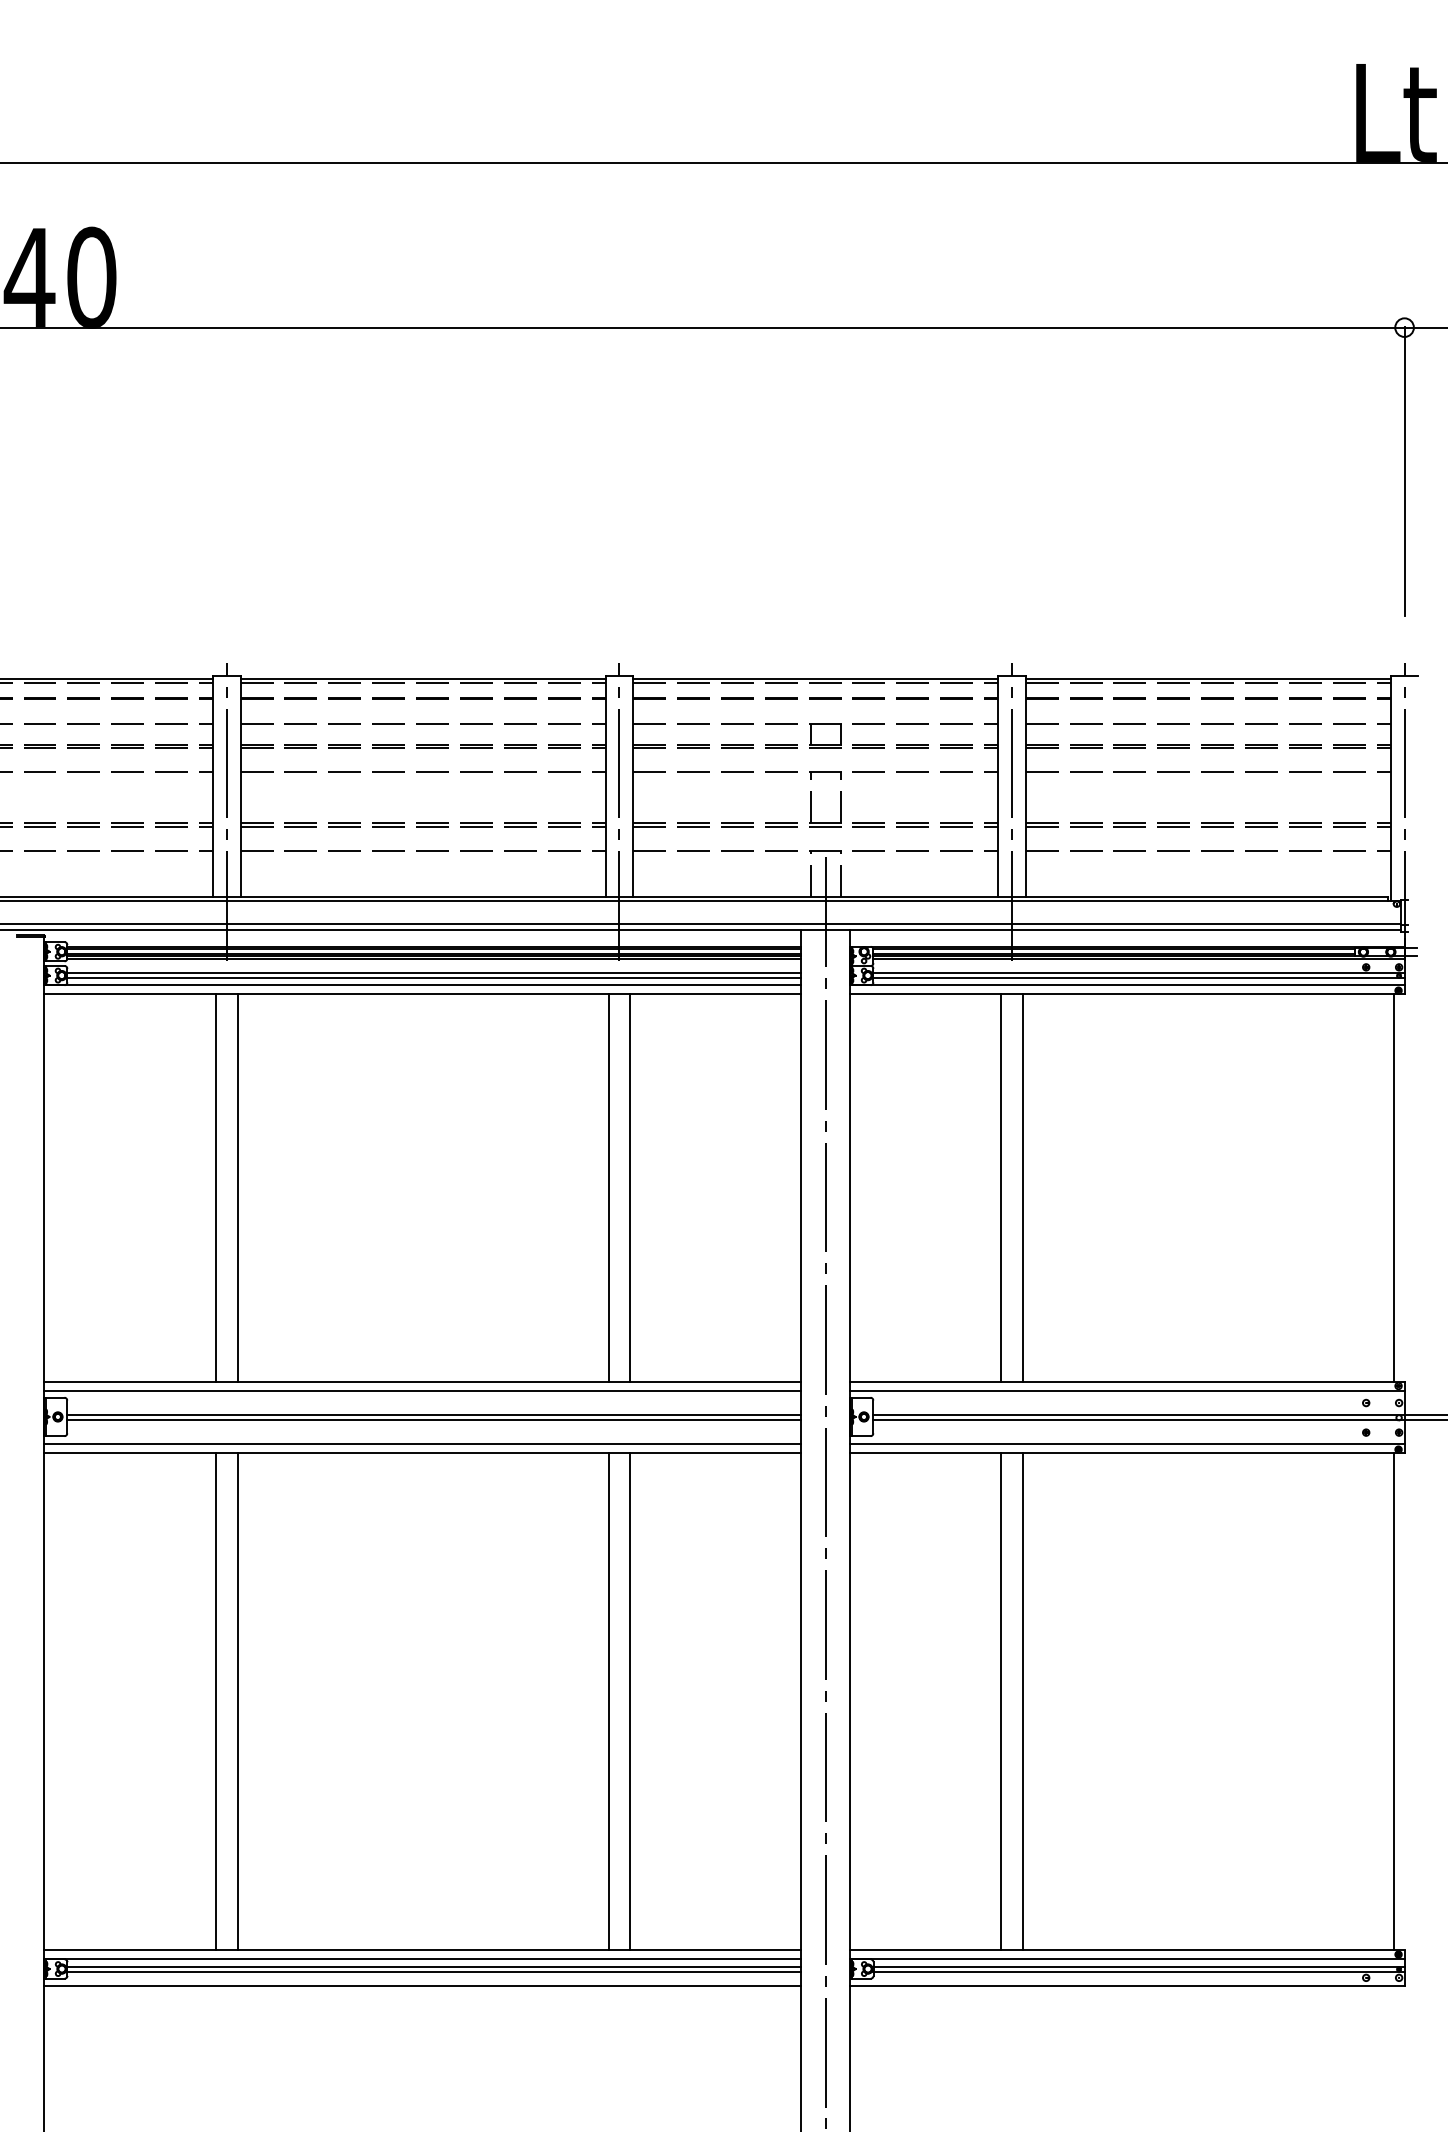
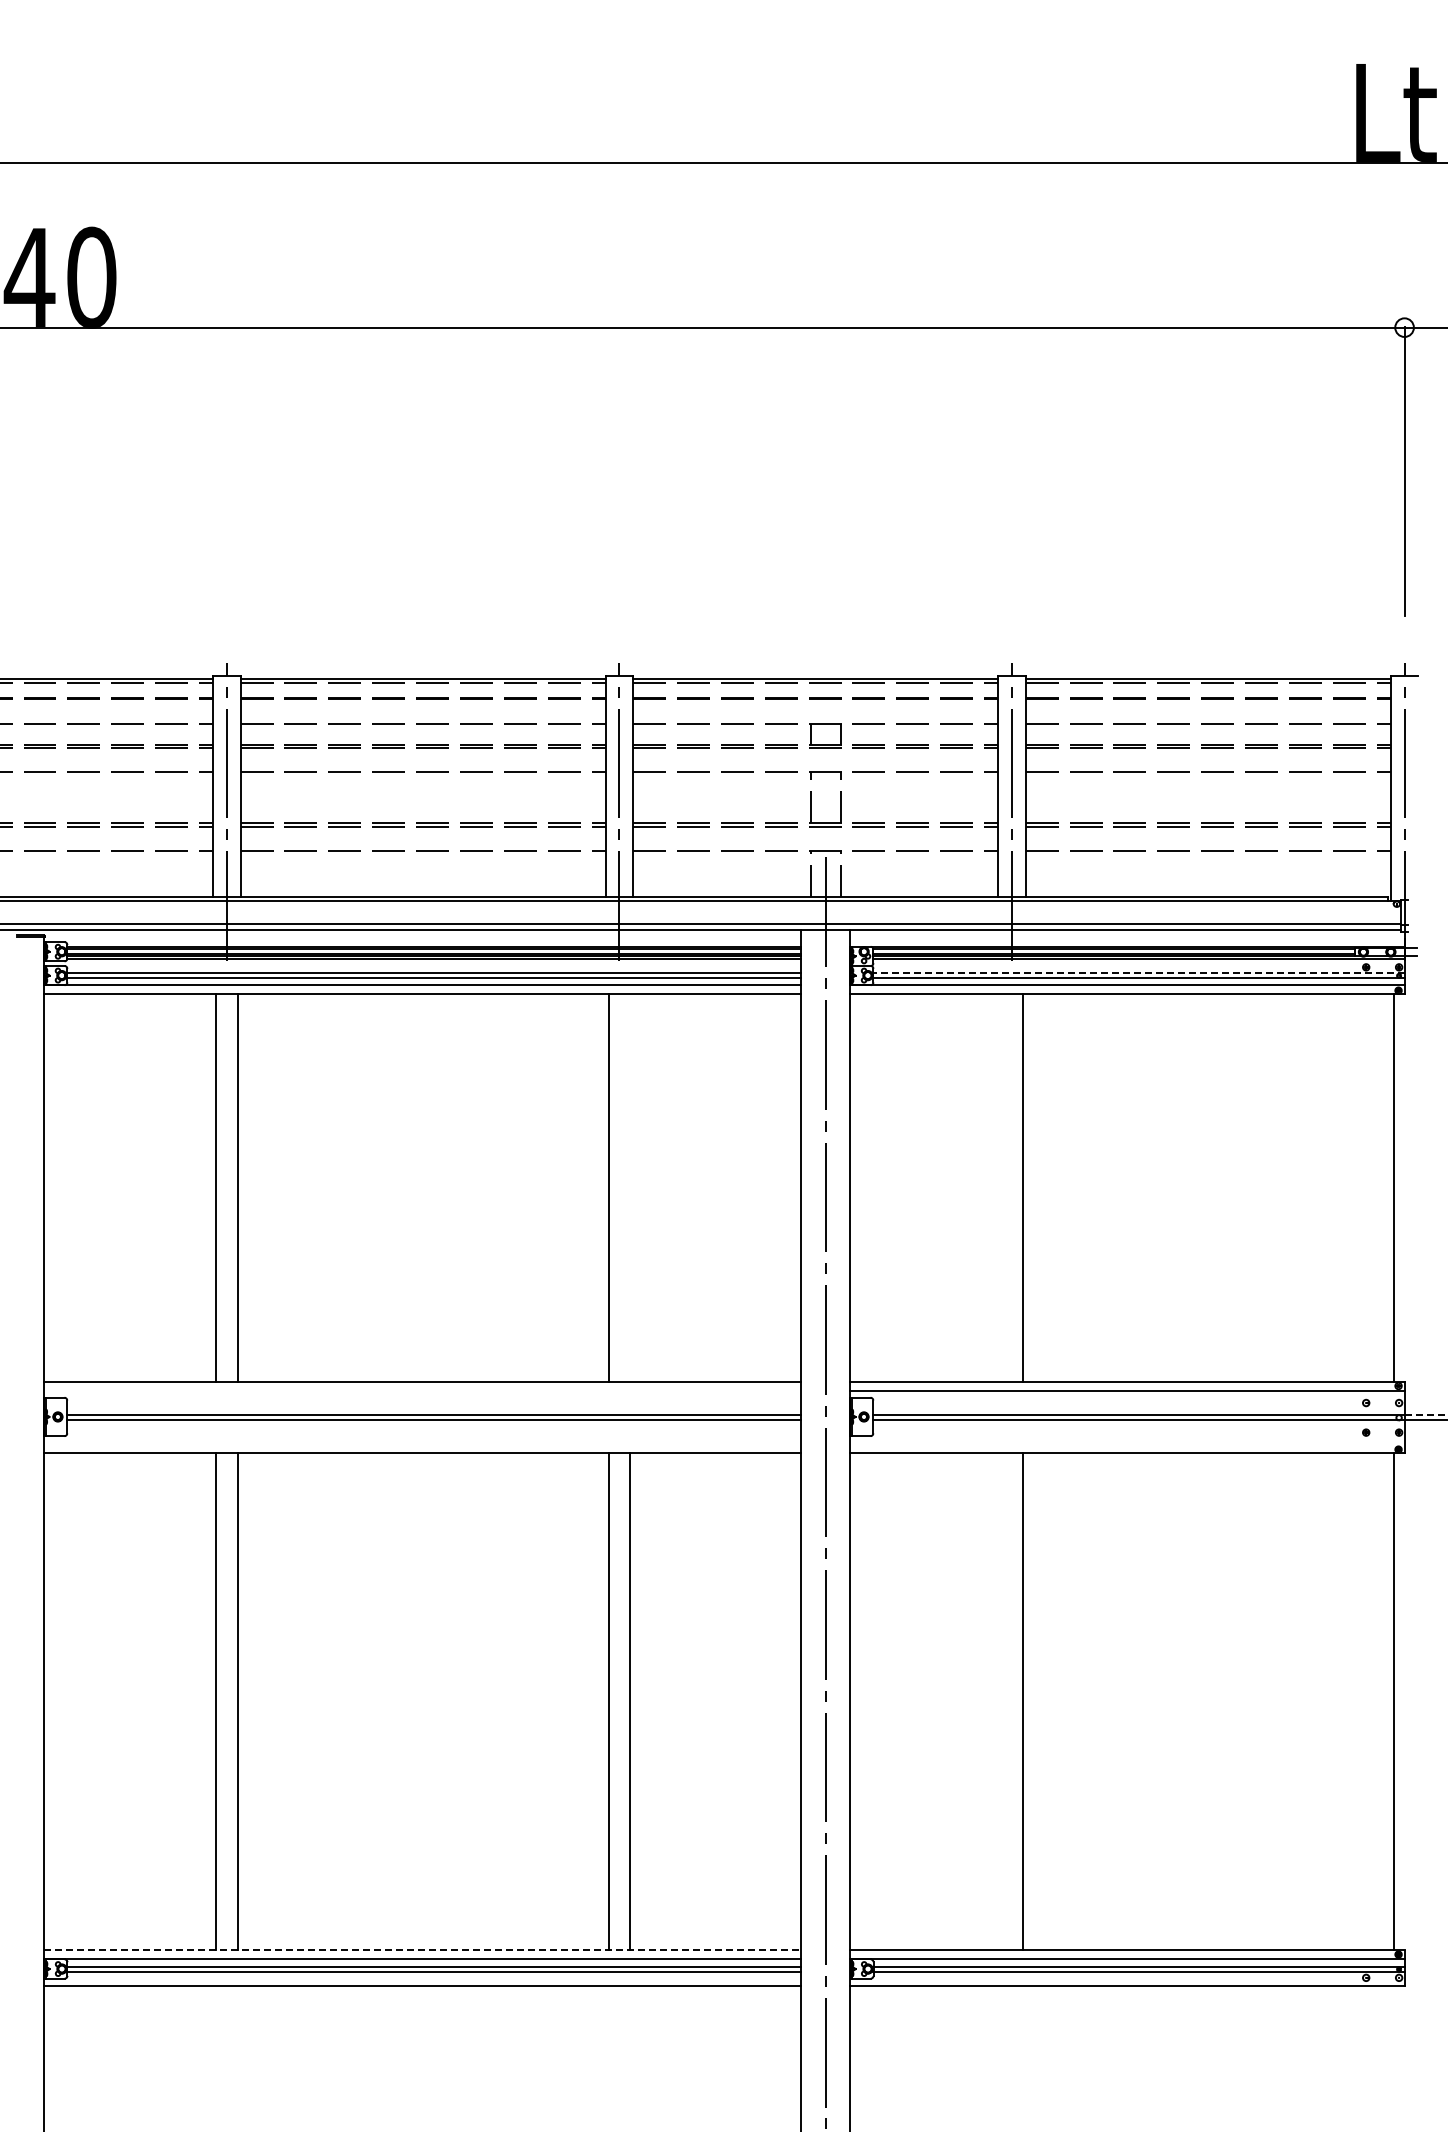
line at (1139, 973): solid -> dashed
line at (630, 1187): present -> none
line at (1001, 1187): present -> none
line at (422, 1390): present -> none
line at (1426, 1415): solid -> dashed
line at (422, 1444): present -> none
line at (1127, 1444): present -> none
line at (1001, 1701): present -> none
line at (423, 1950): solid -> dashed
